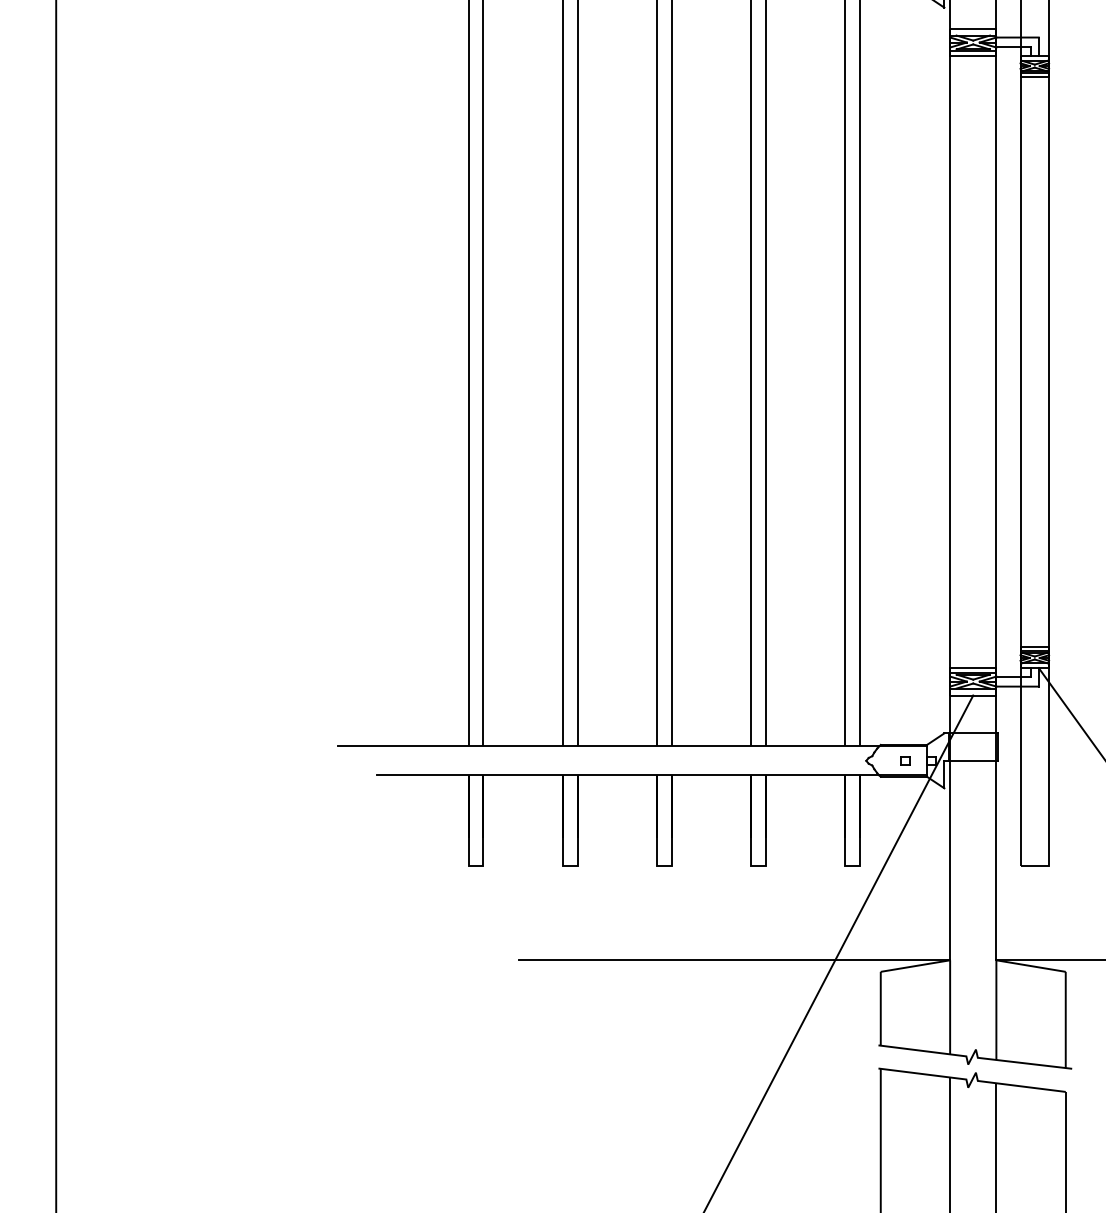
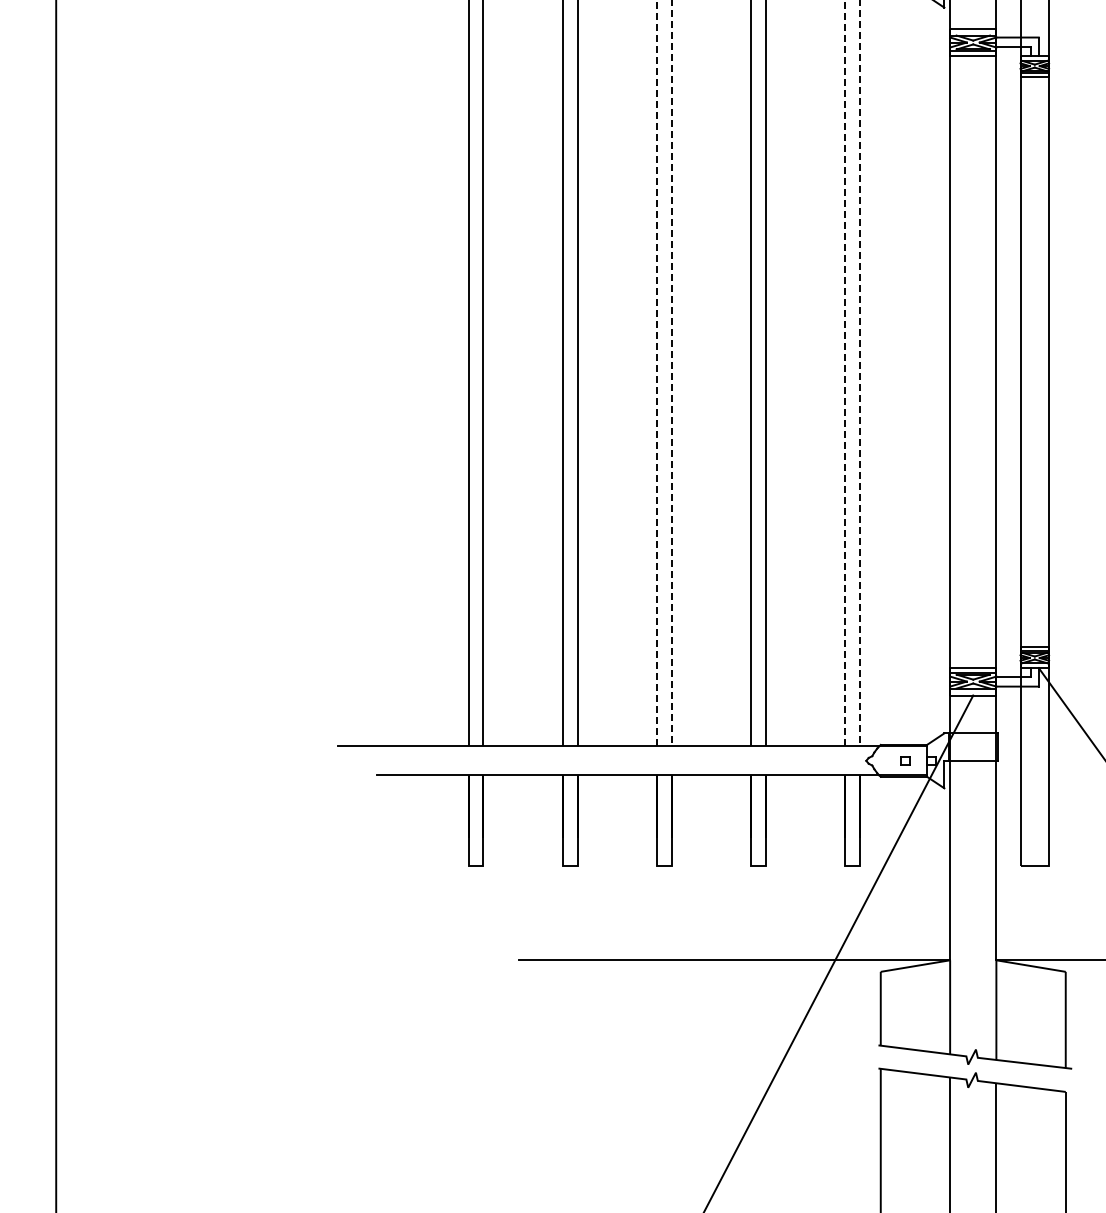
line at (671, 0): solid -> dashed
line at (859, 0): solid -> dashed
